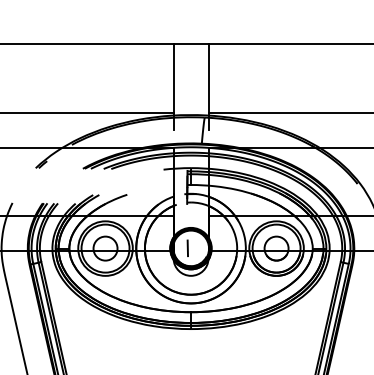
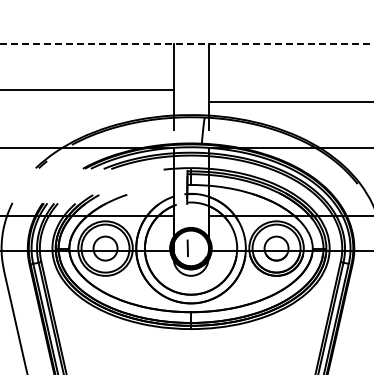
line at (186, 44): solid -> dashed
line at (87, 112) position: (87, 112) -> (87, 89)
line at (289, 112) position: (289, 112) -> (289, 101)
